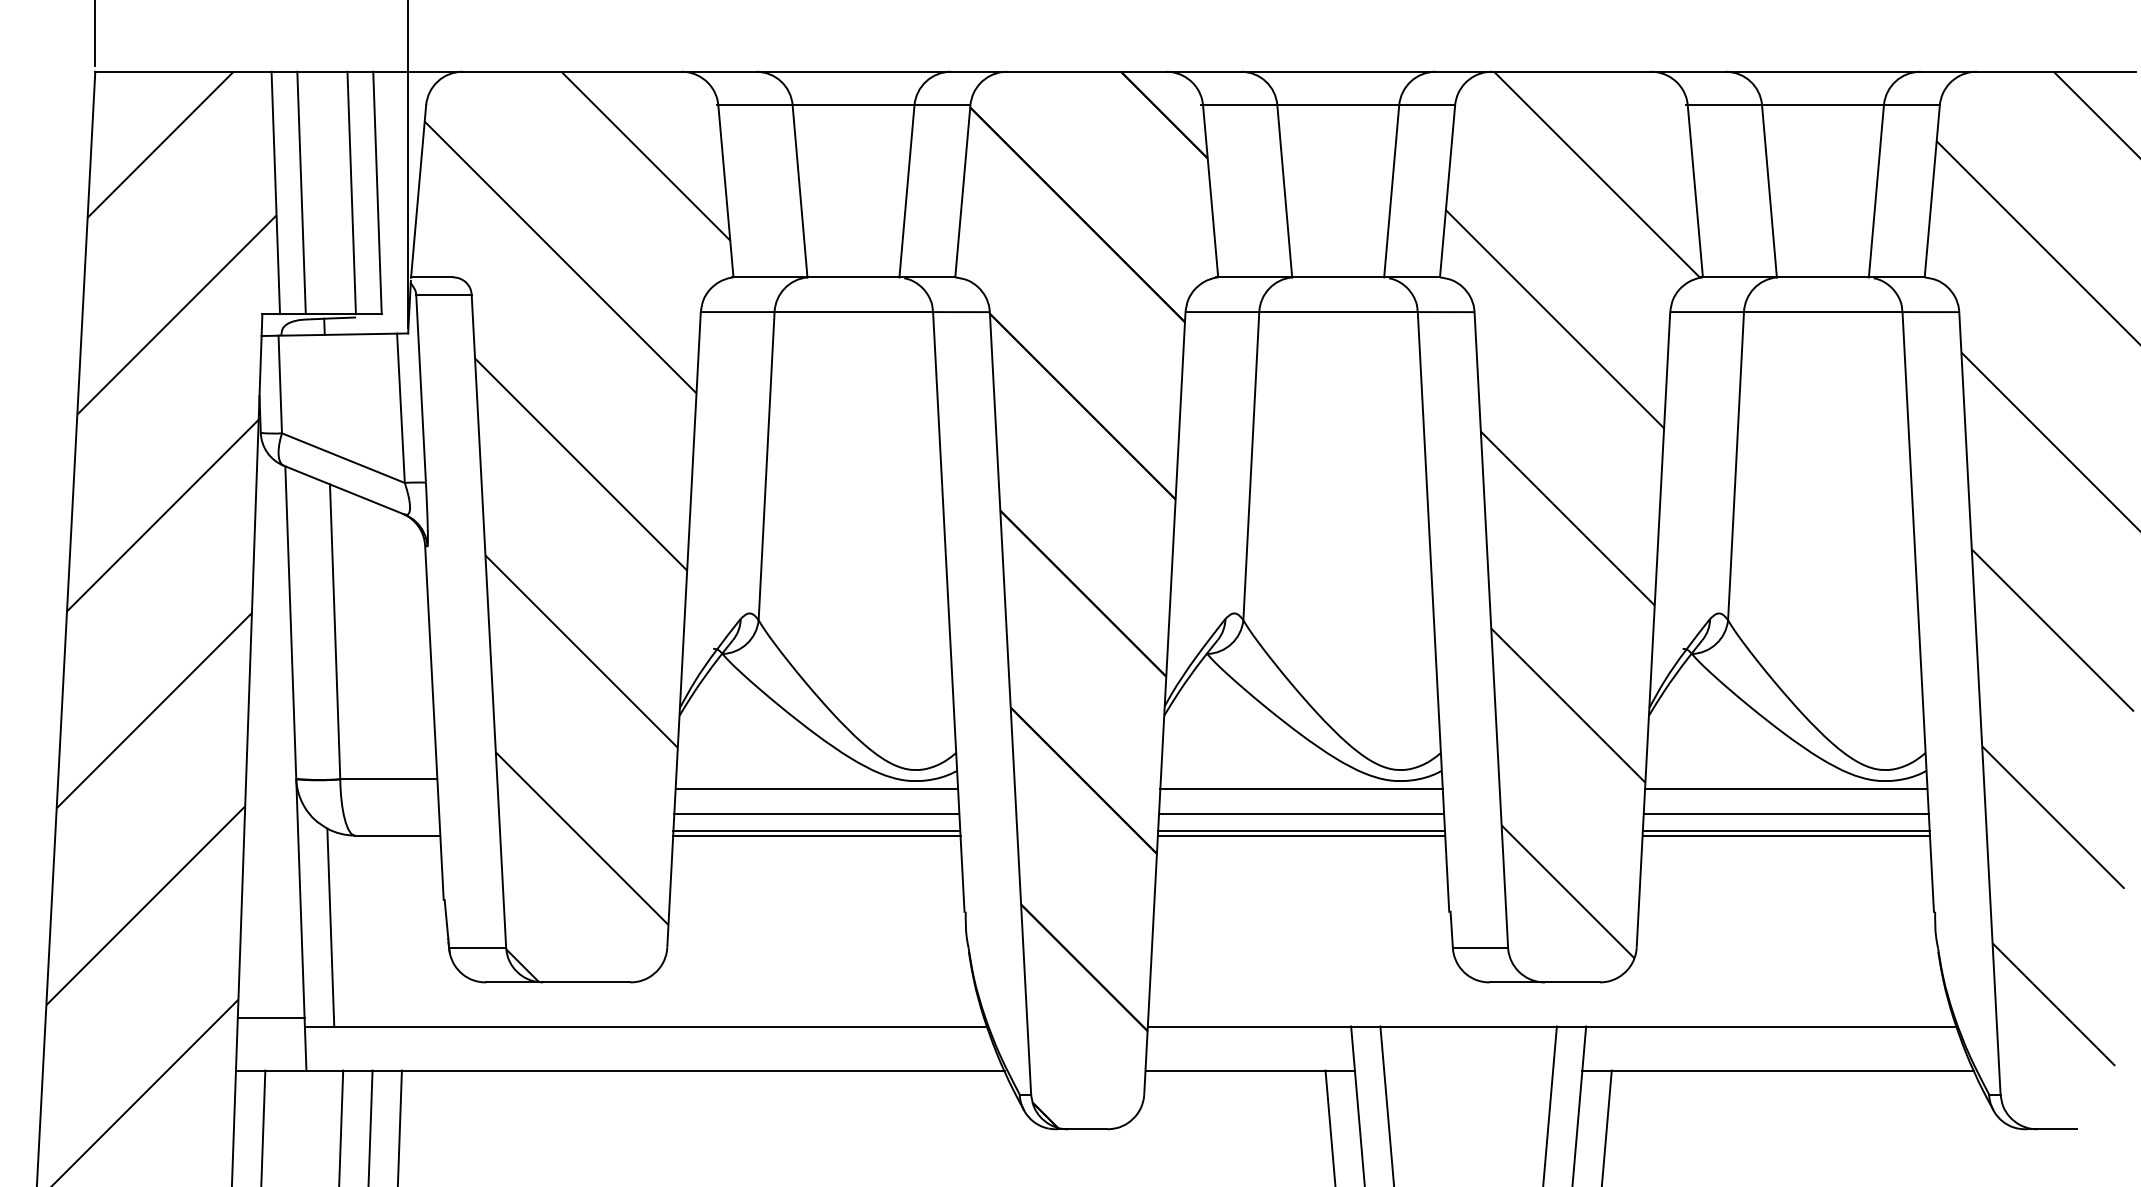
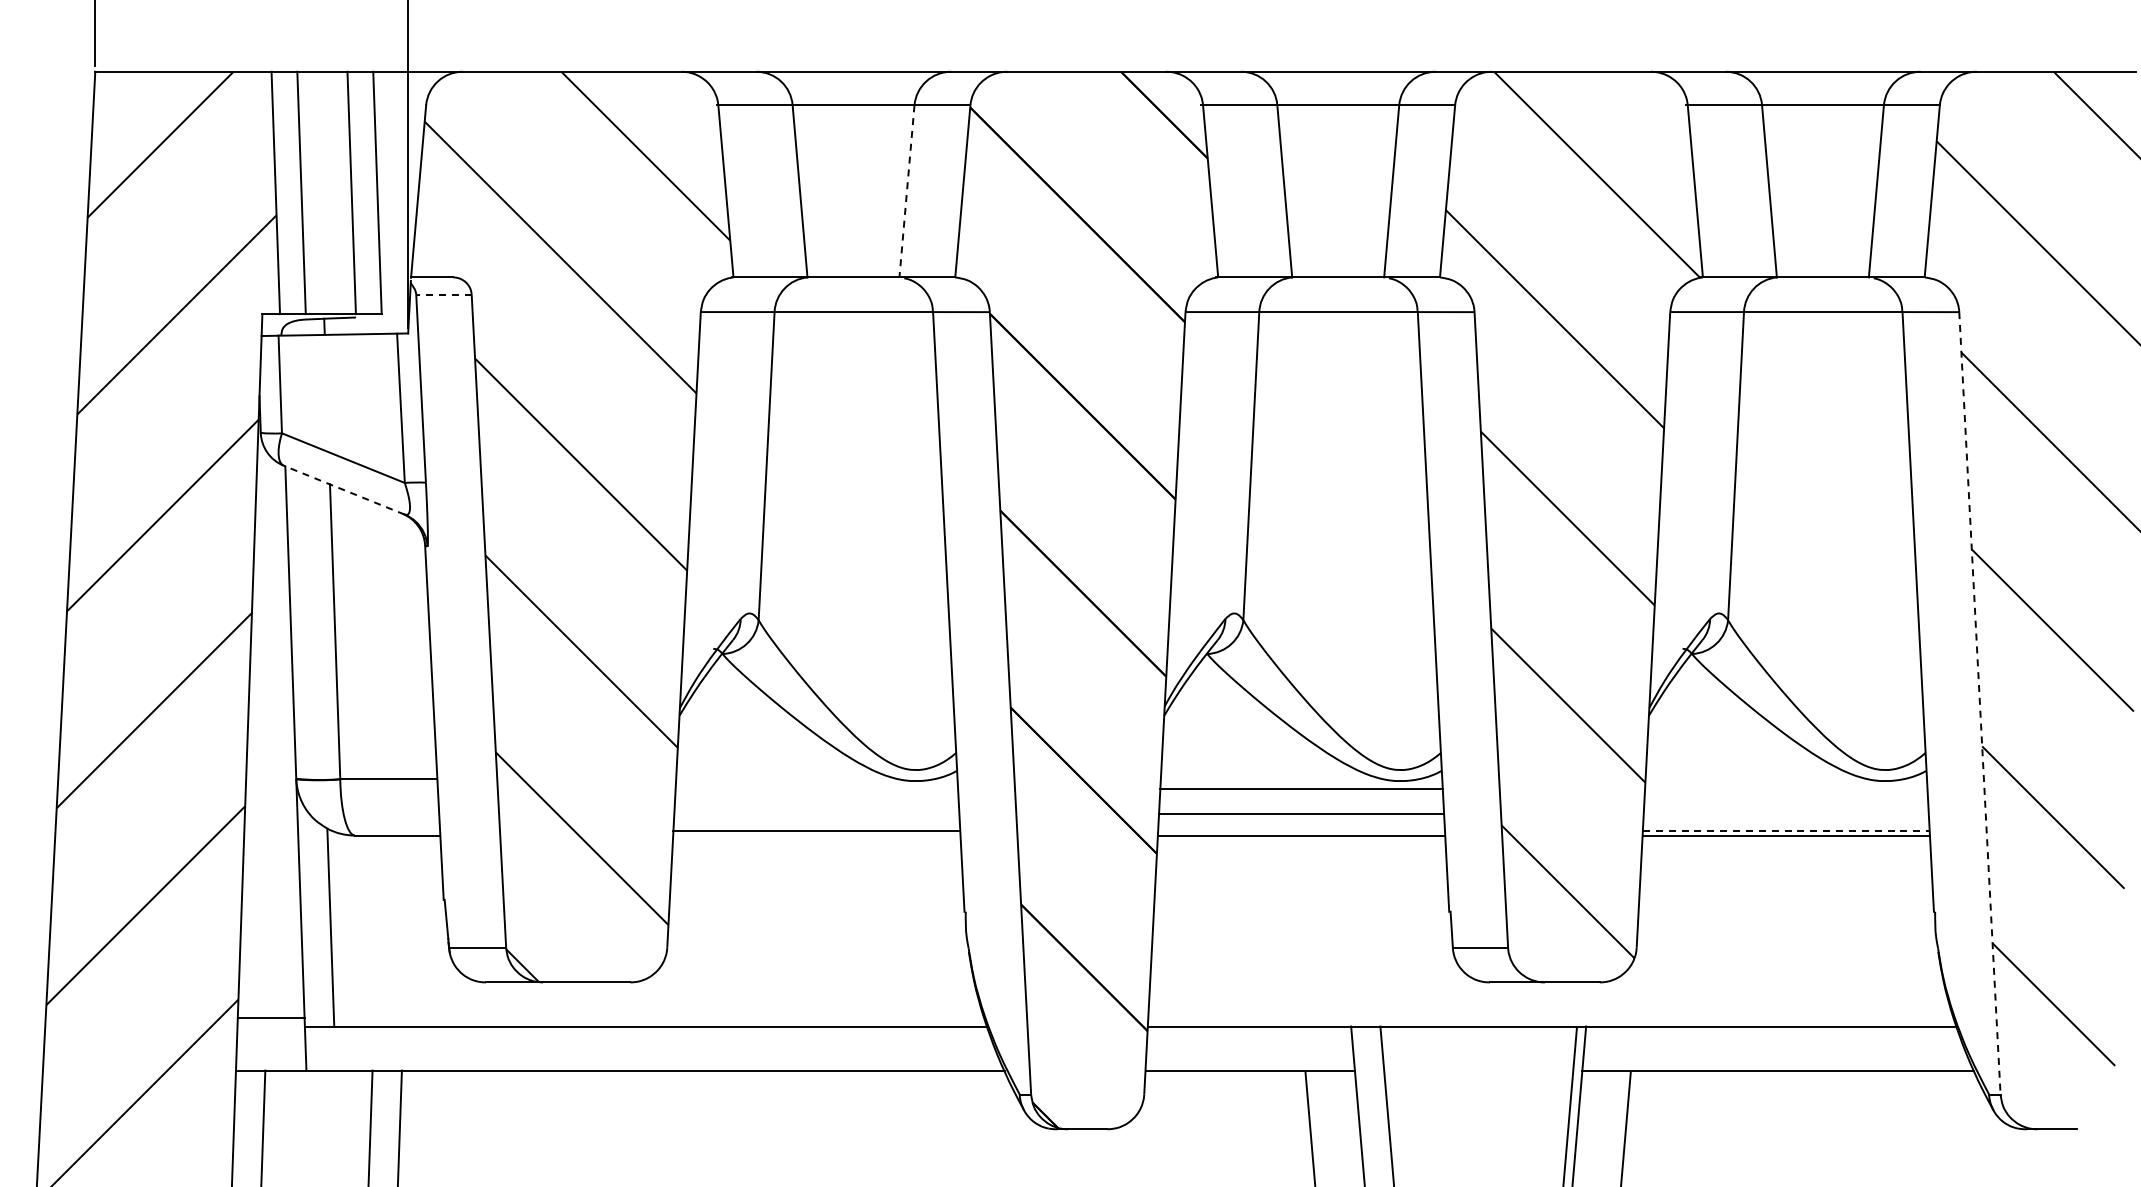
line at (906, 191): solid -> dashed
line at (443, 294): solid -> dashed
line at (343, 489): solid -> dashed
line at (1979, 704): solid -> dashed
line at (816, 788): present -> none
line at (1786, 788): present -> none
line at (816, 813): present -> none
line at (1785, 813): present -> none
line at (1301, 830): present -> none
line at (1786, 830): solid -> dashed
line at (816, 835): present -> none
line at (1549, 1104) position: (1549, 1104) -> (1569, 1105)
line at (341, 1126): present -> none
line at (1330, 1126) position: (1330, 1126) -> (1310, 1127)
line at (1606, 1126) position: (1606, 1126) -> (1625, 1127)
